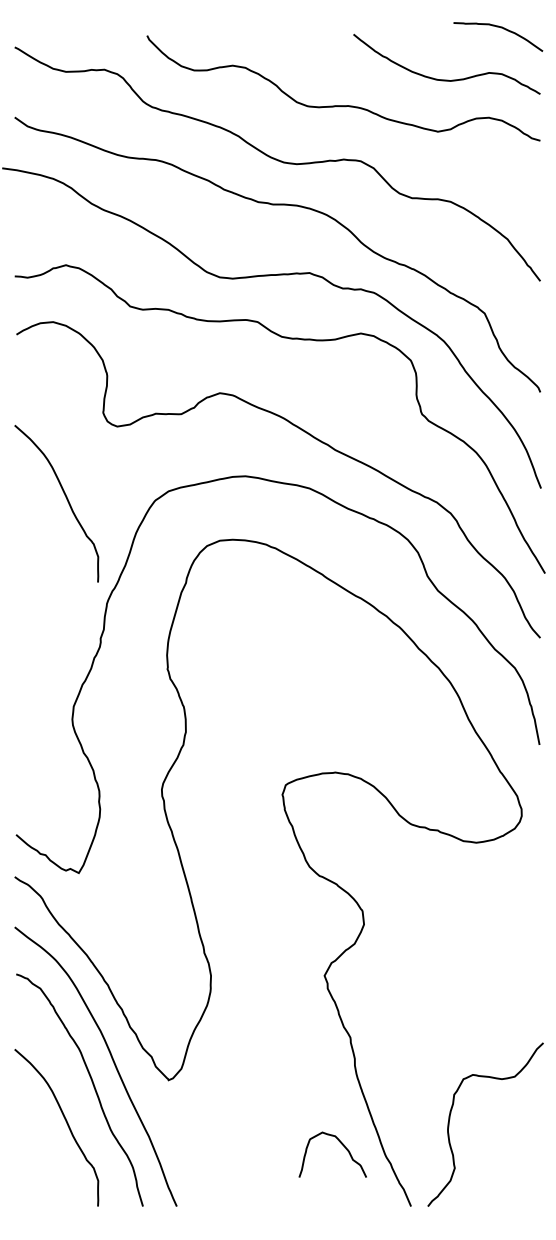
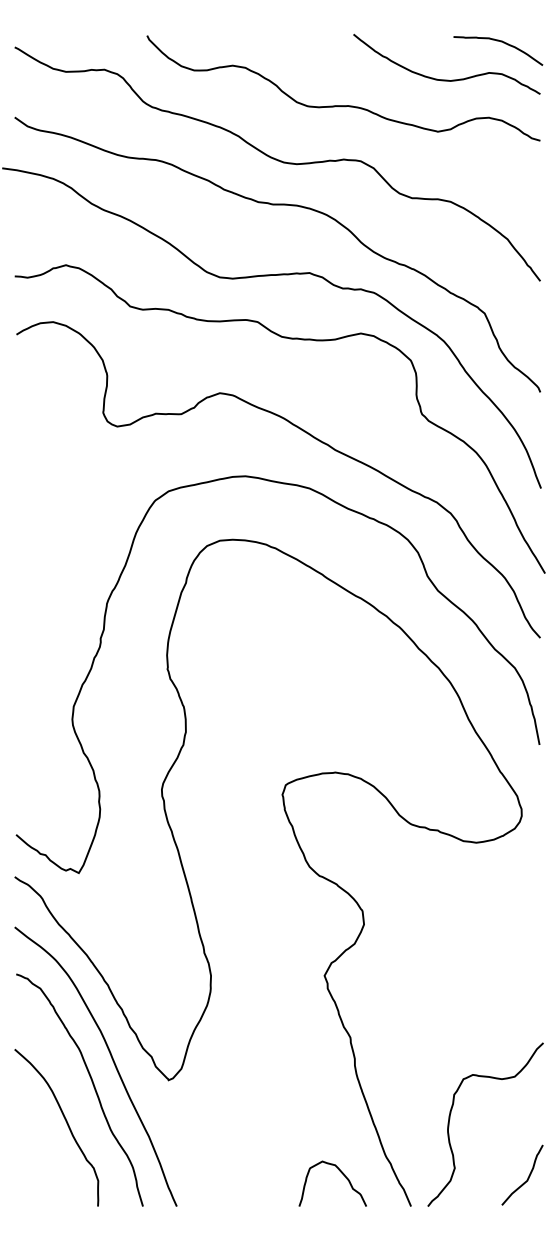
curve at (500, 28) position: (500, 28) -> (500, 42)
curve at (66, 499): present -> none
curve at (341, 1144) position: (341, 1144) -> (341, 1173)
curve at (527, 1177): none -> present
